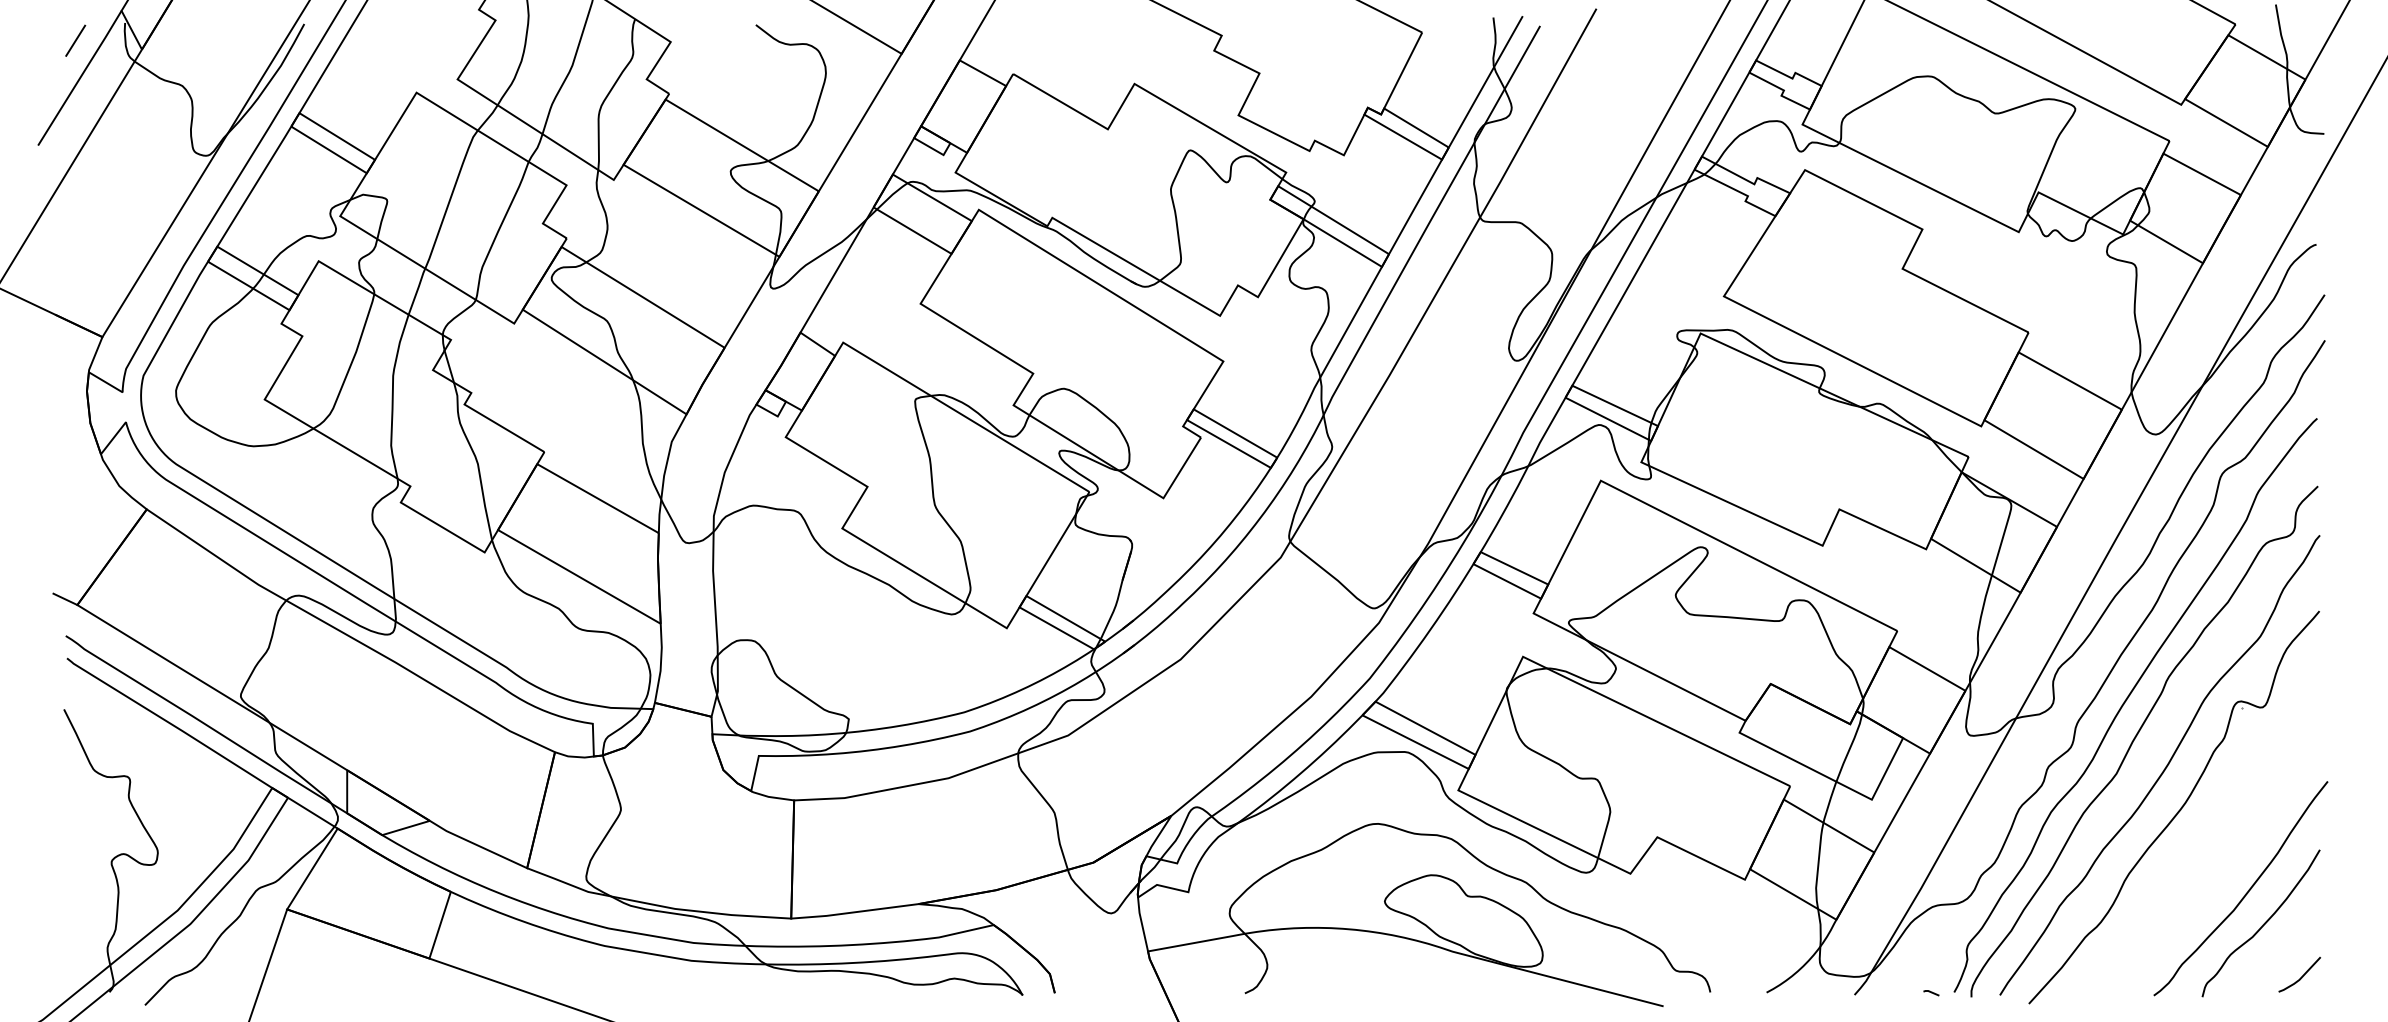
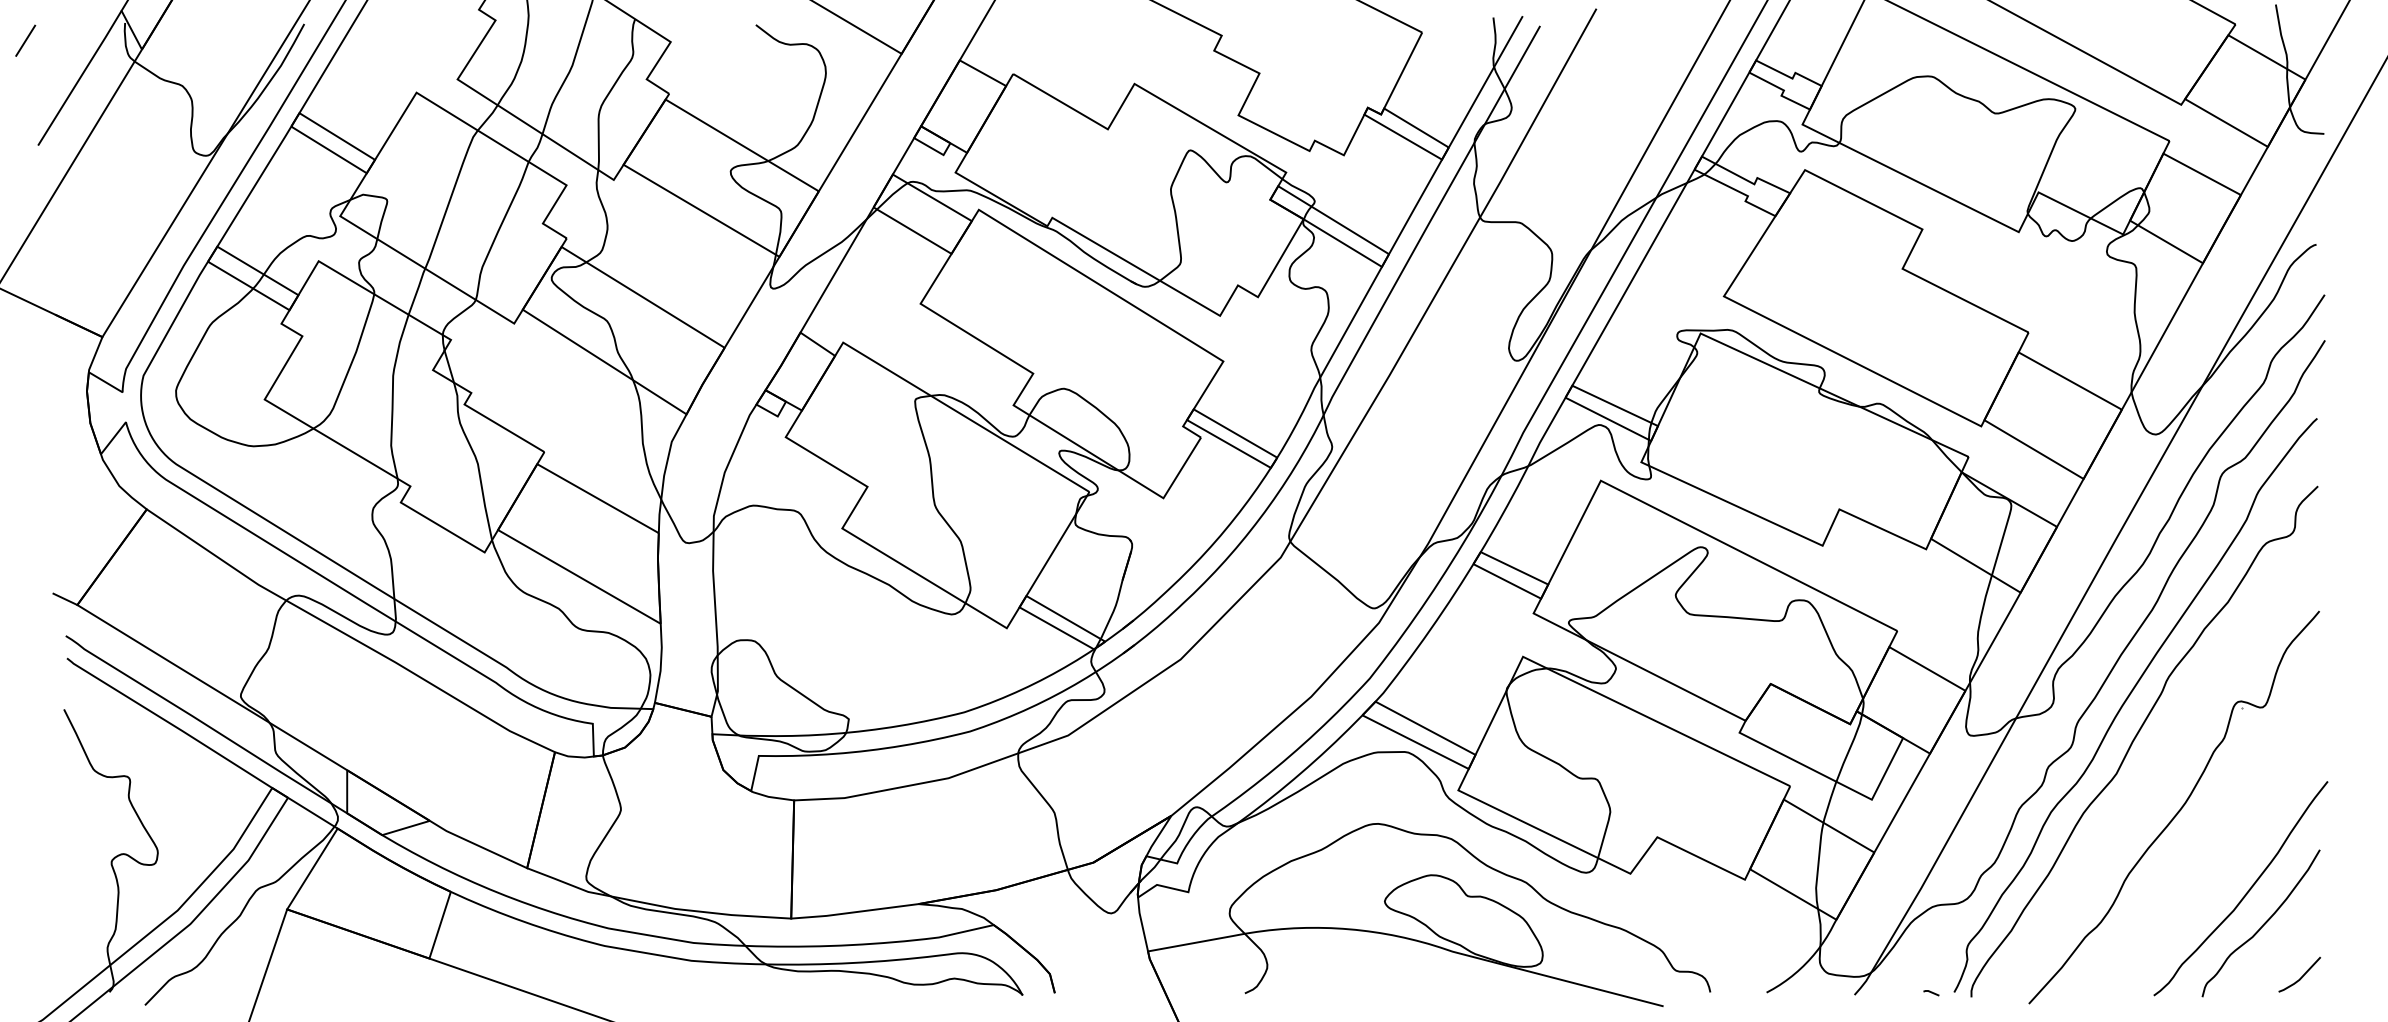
line at (75, 40) position: (75, 40) -> (25, 40)
curve at (2163, 769): present -> none
